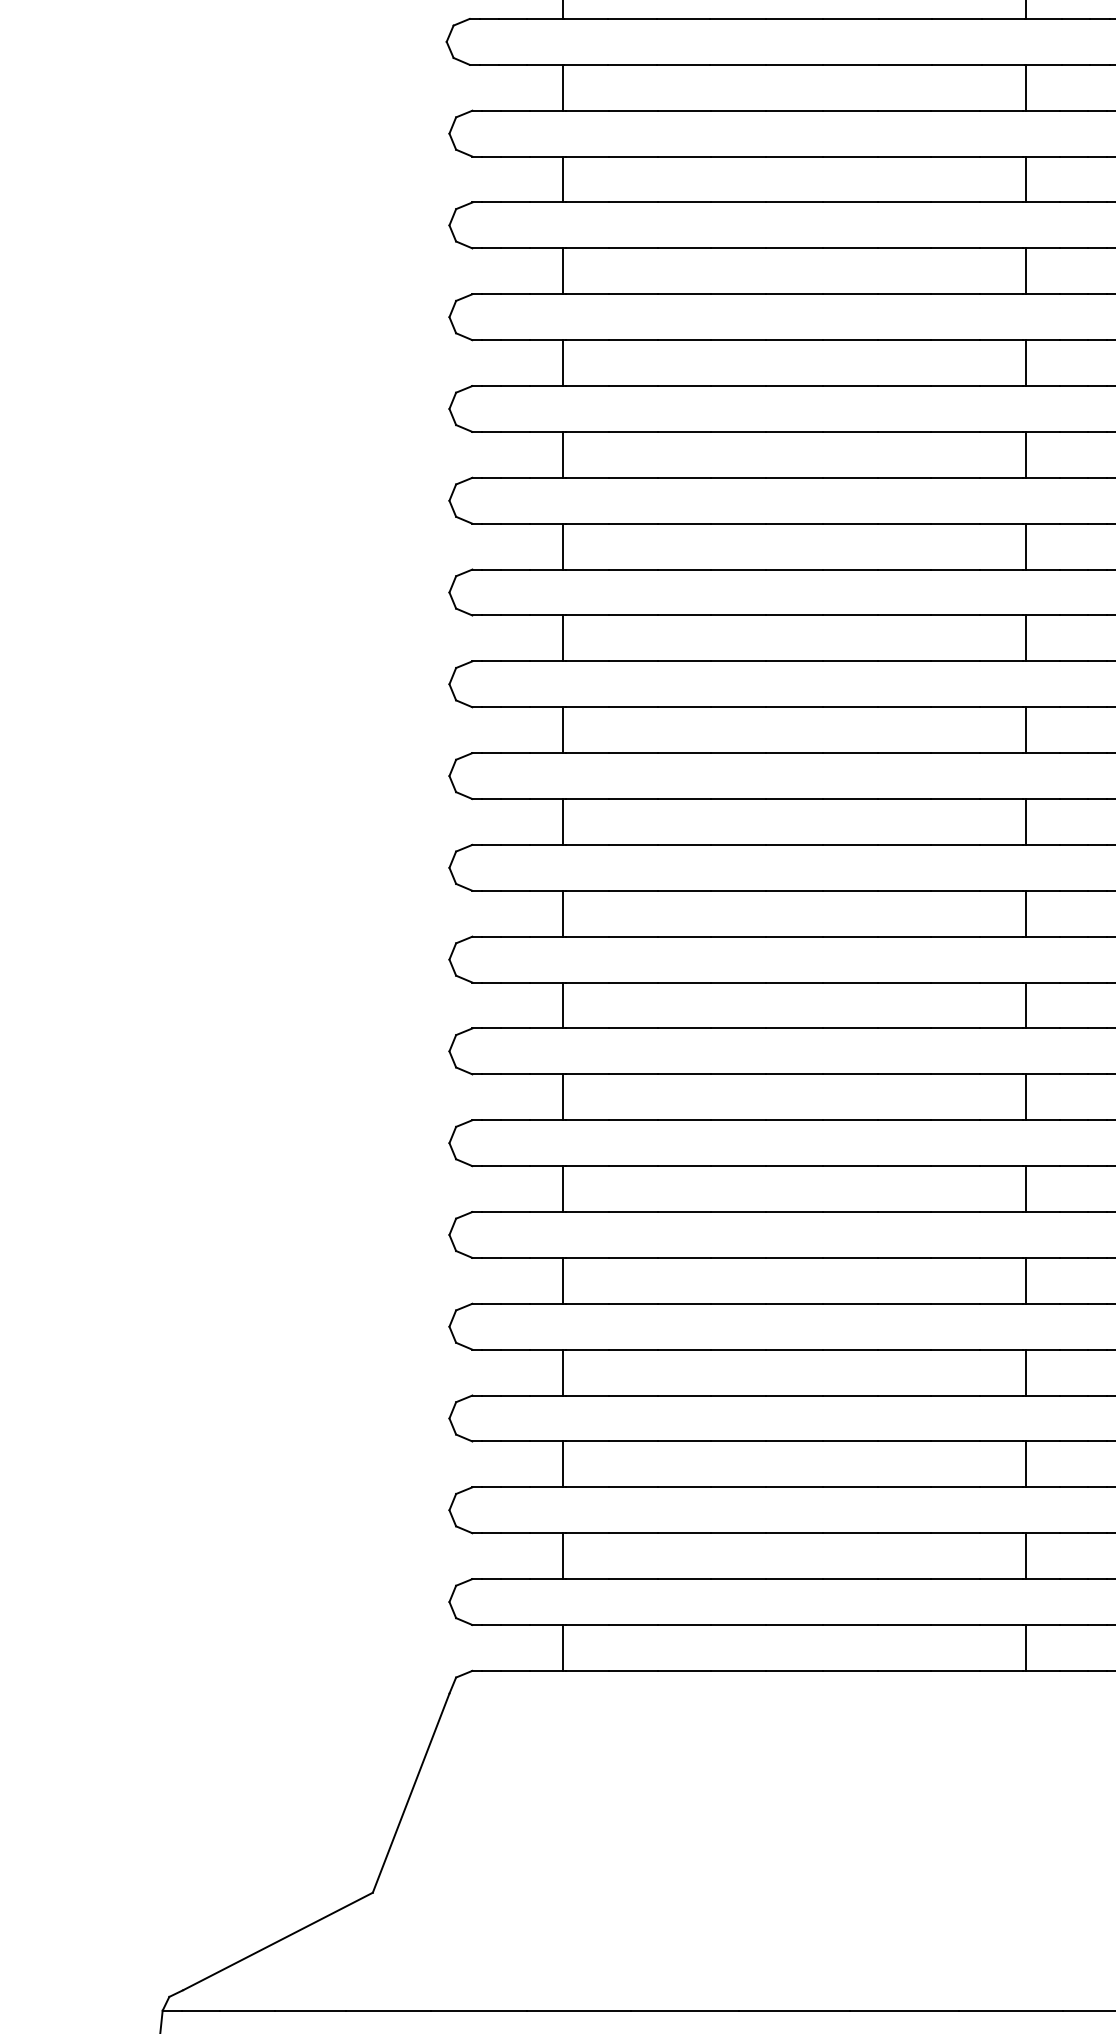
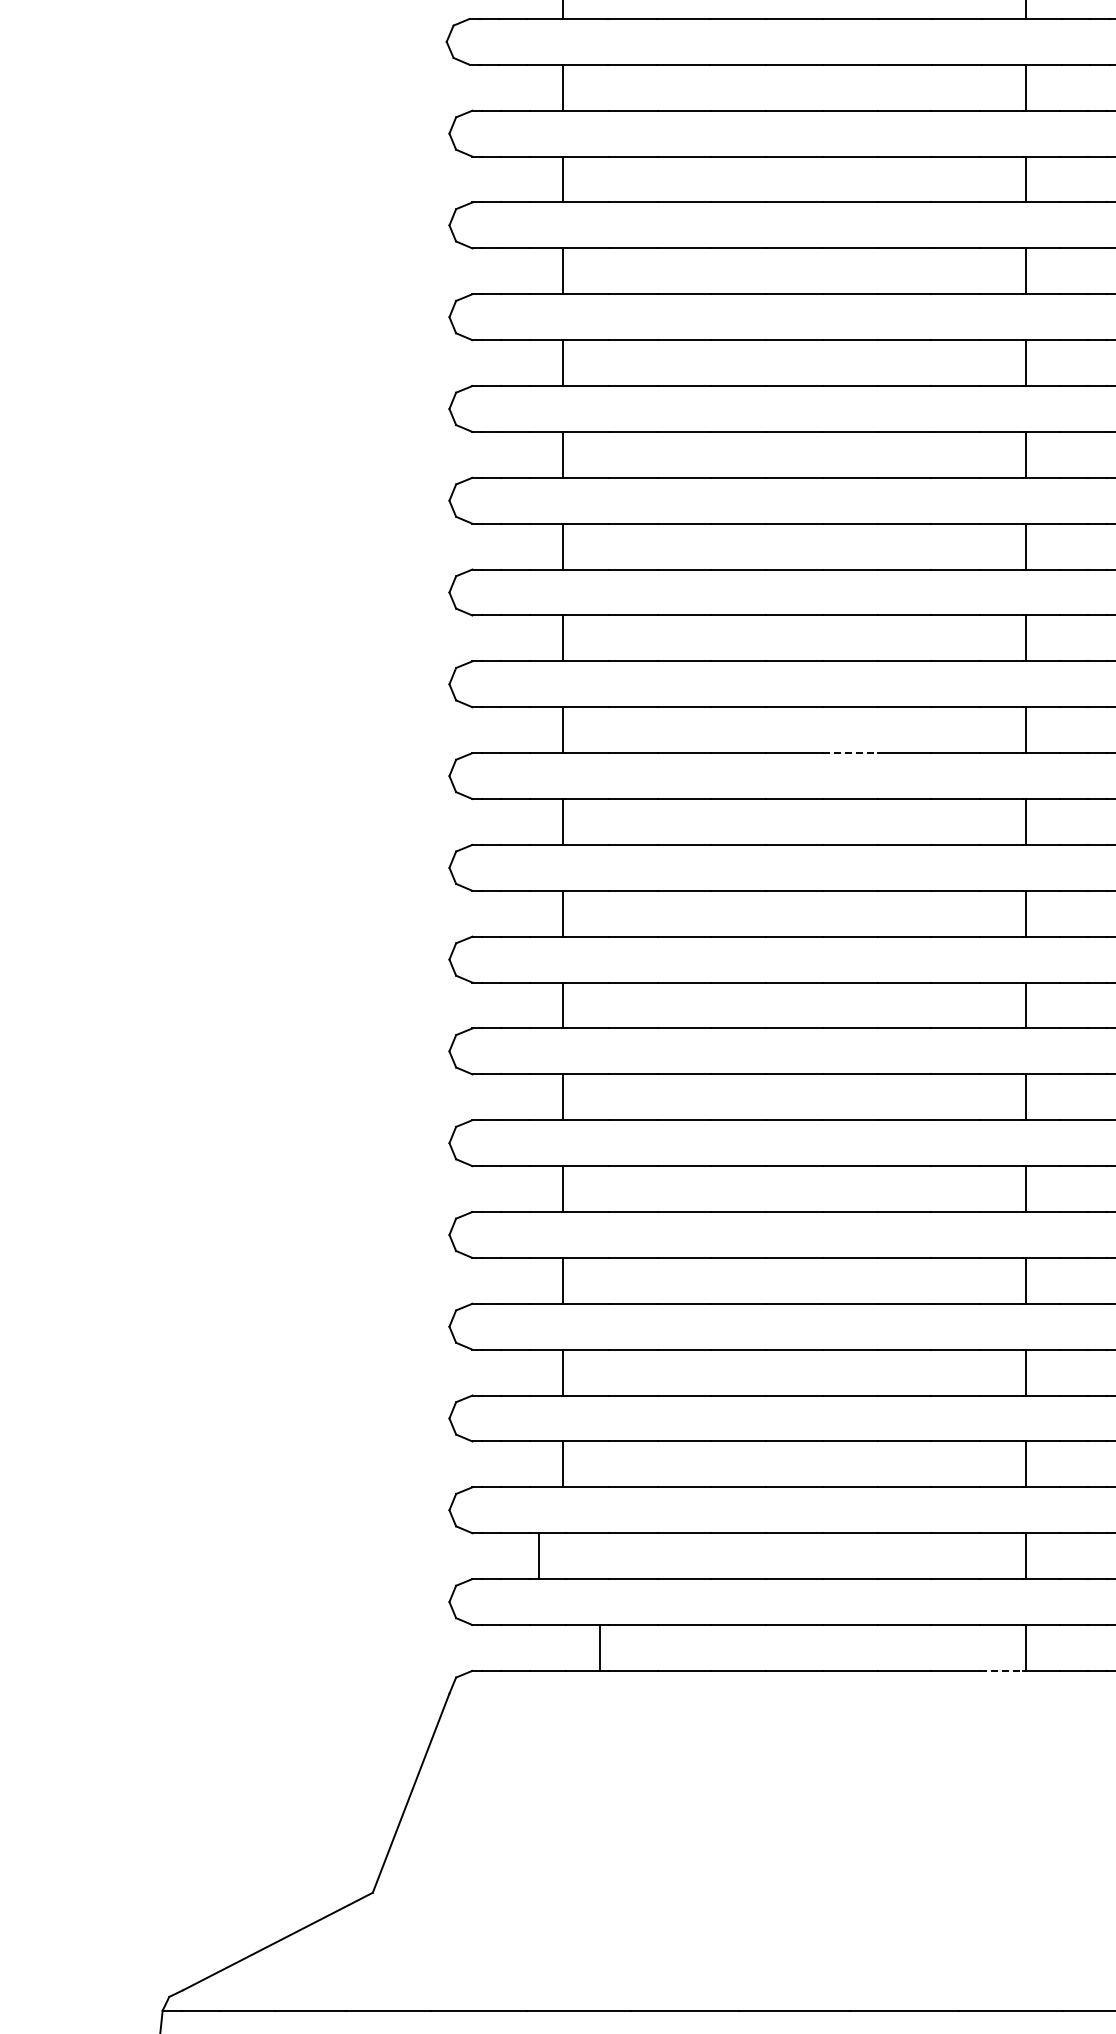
line at (850, 753): solid -> dashed
line at (563, 1556) position: (563, 1556) -> (539, 1556)
line at (563, 1647) position: (563, 1647) -> (600, 1647)
line at (1001, 1670): solid -> dashed
